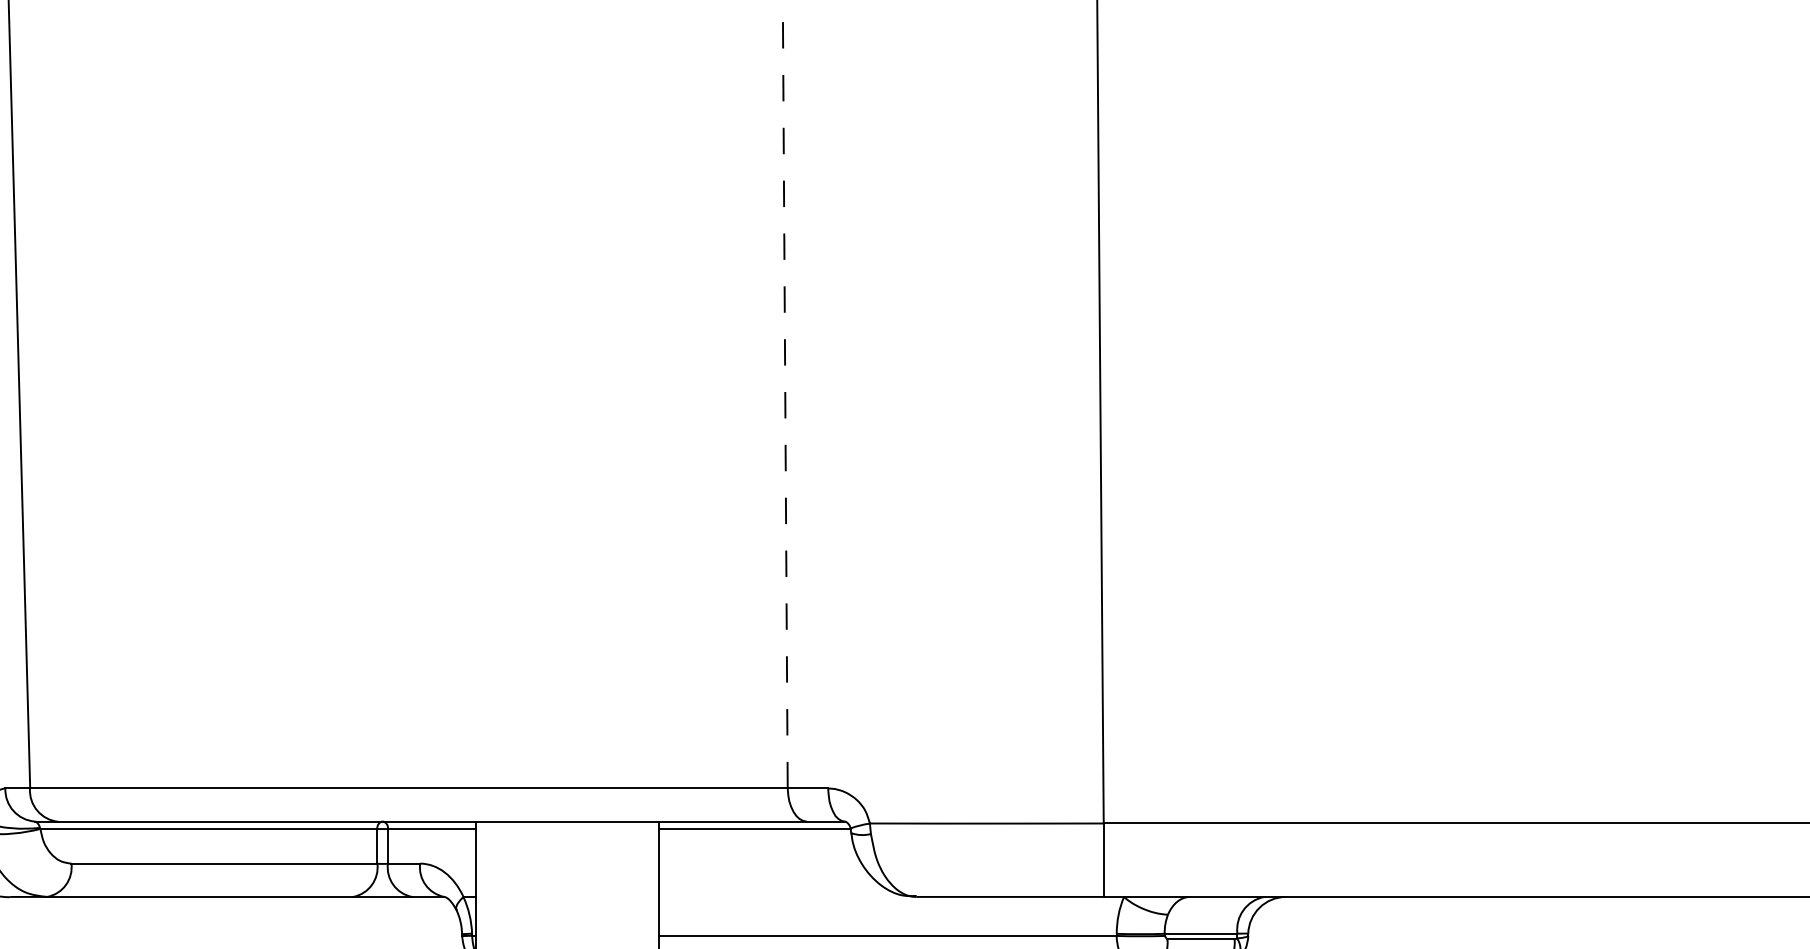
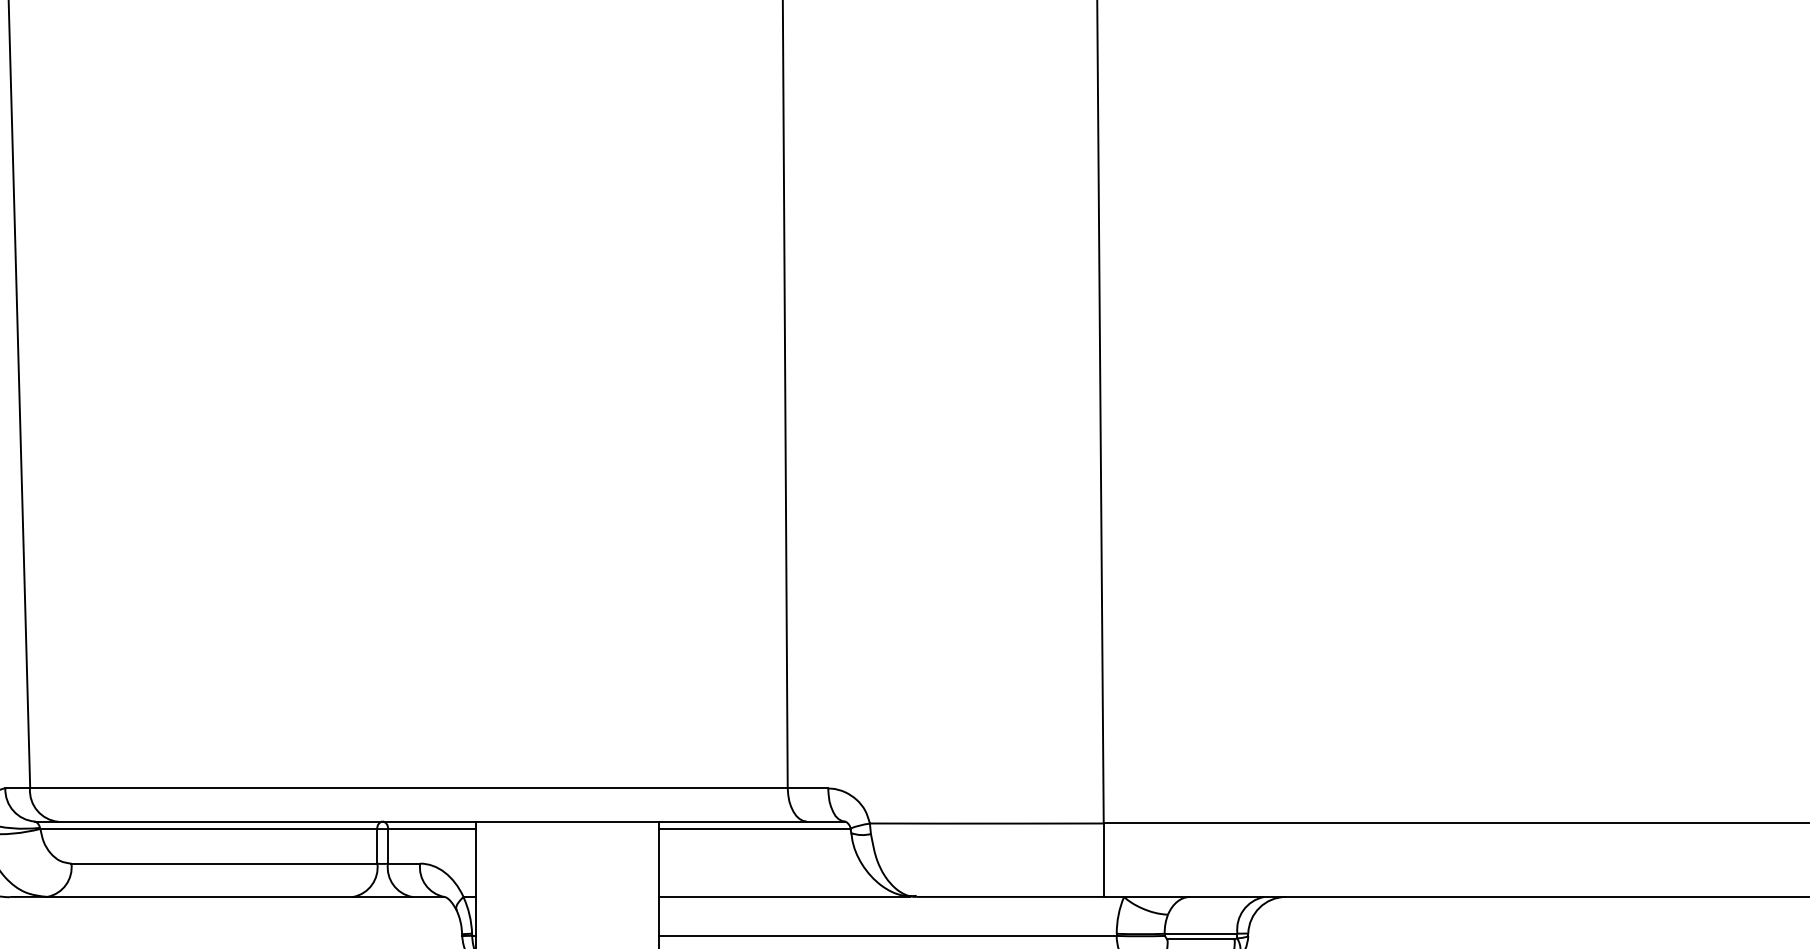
line at (785, 394): dashed -> solid
line at (784, 896): none -> present
